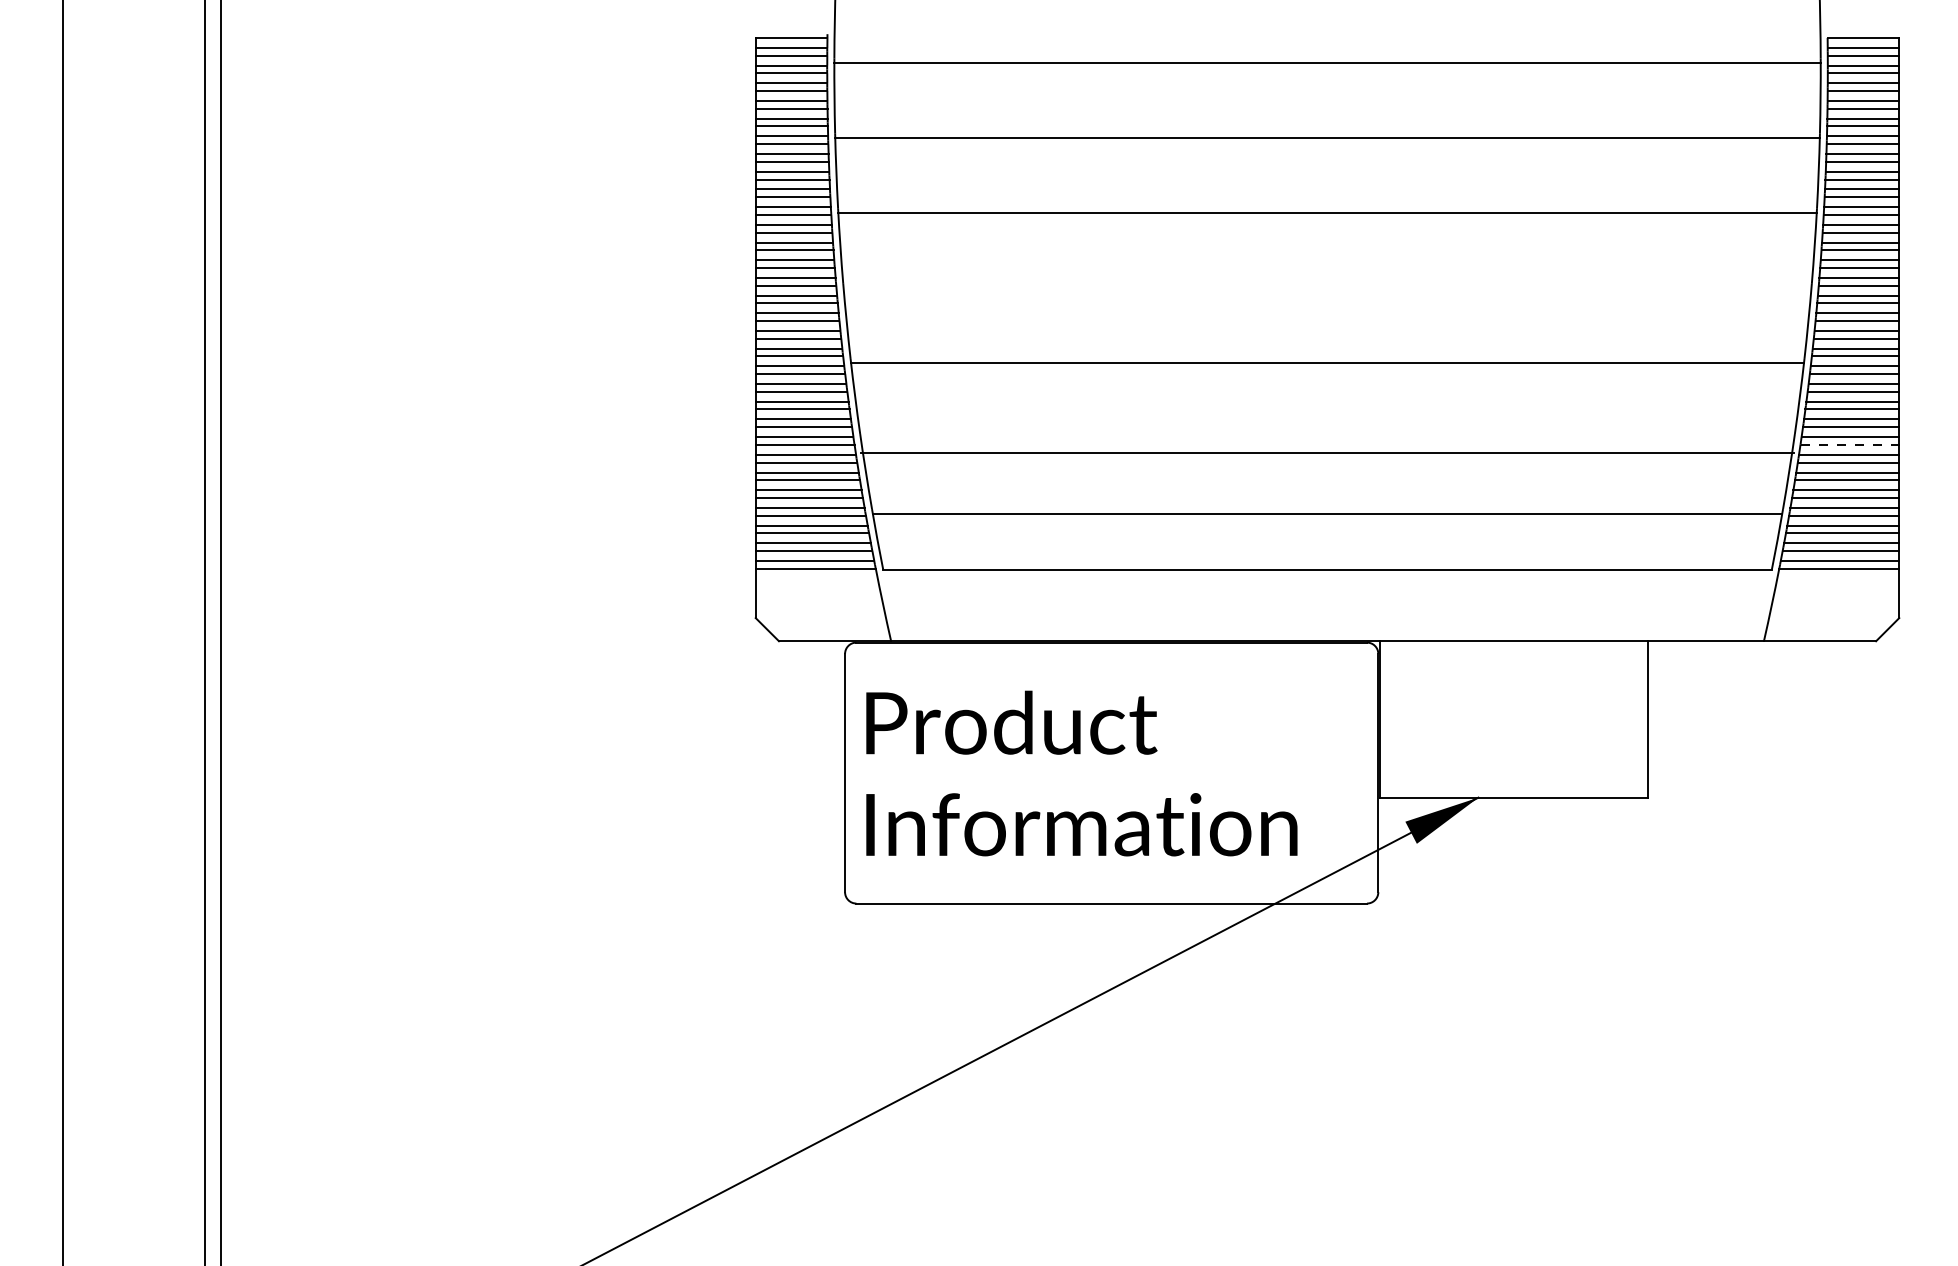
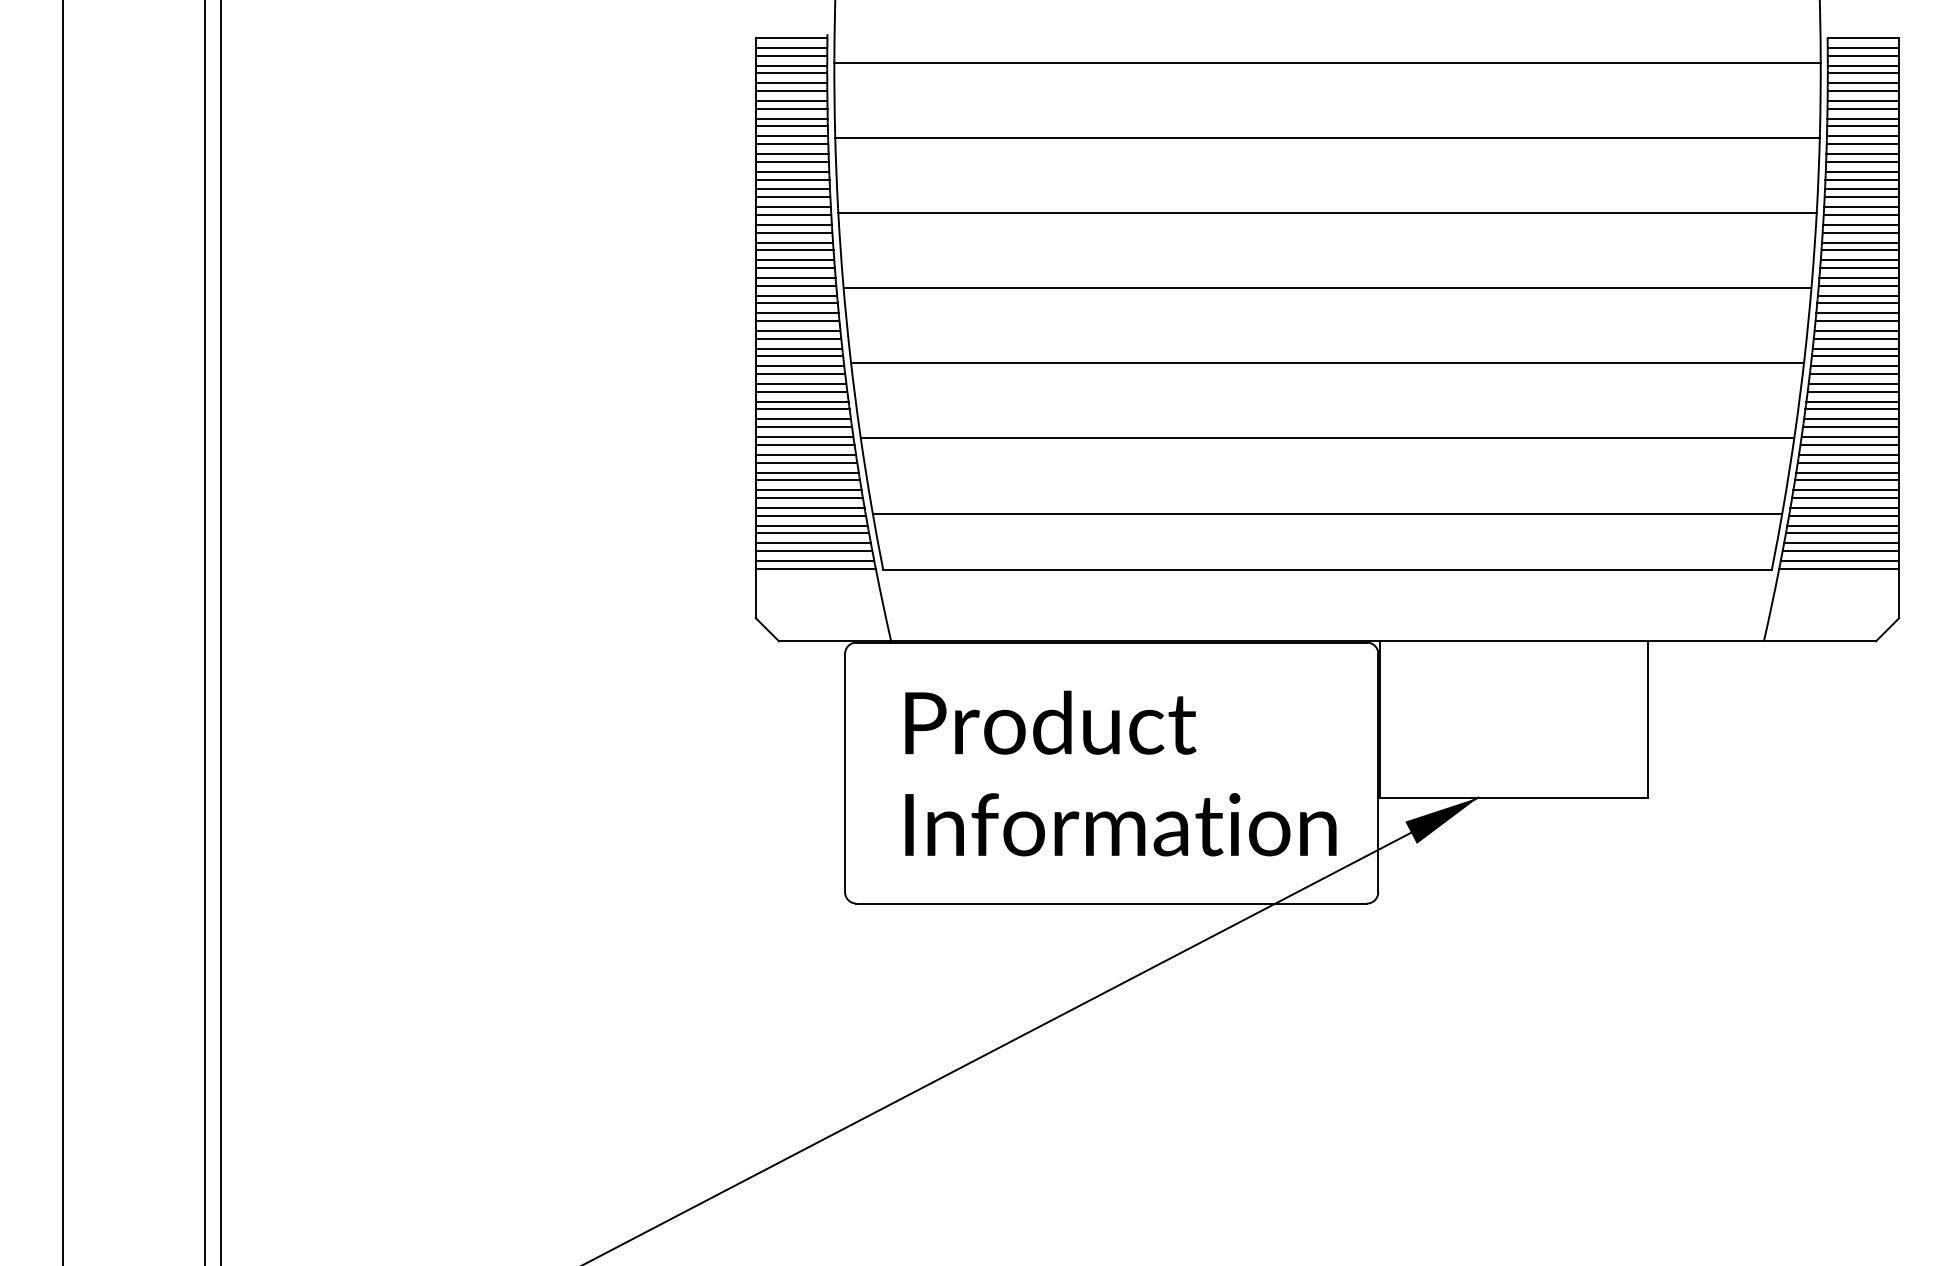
line at (1327, 288): none -> present
line at (1850, 444): dashed -> solid
line at (1327, 453) position: (1327, 453) -> (1327, 438)
text at (1081, 773) position: (1081, 773) -> (1120, 773)
